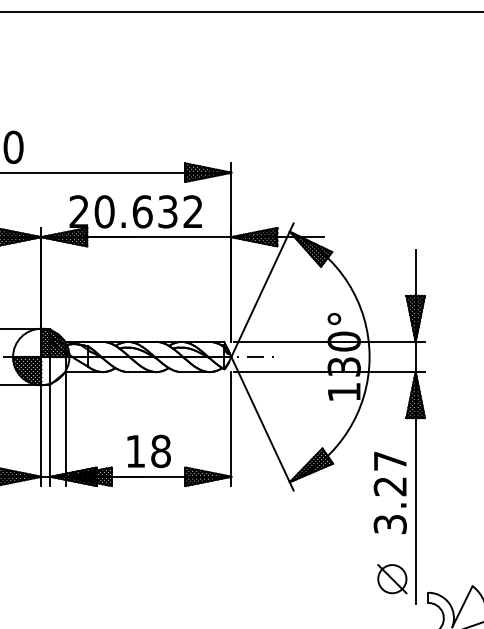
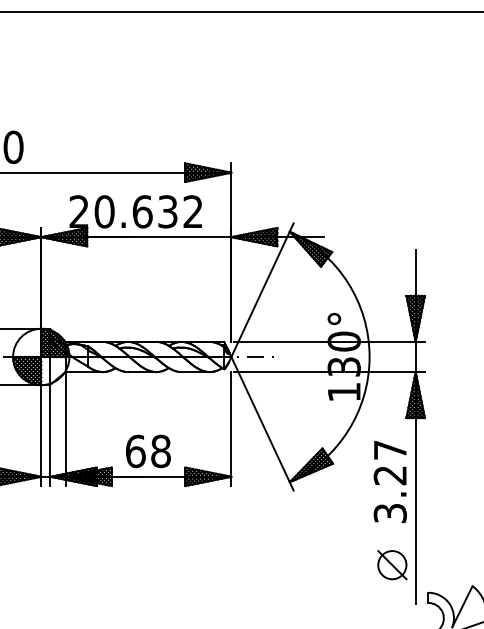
text at (135, 451): 18 -> 68
text at (389, 492) position: (389, 492) -> (389, 481)
part at (392, 579) position: (392, 579) -> (392, 565)
